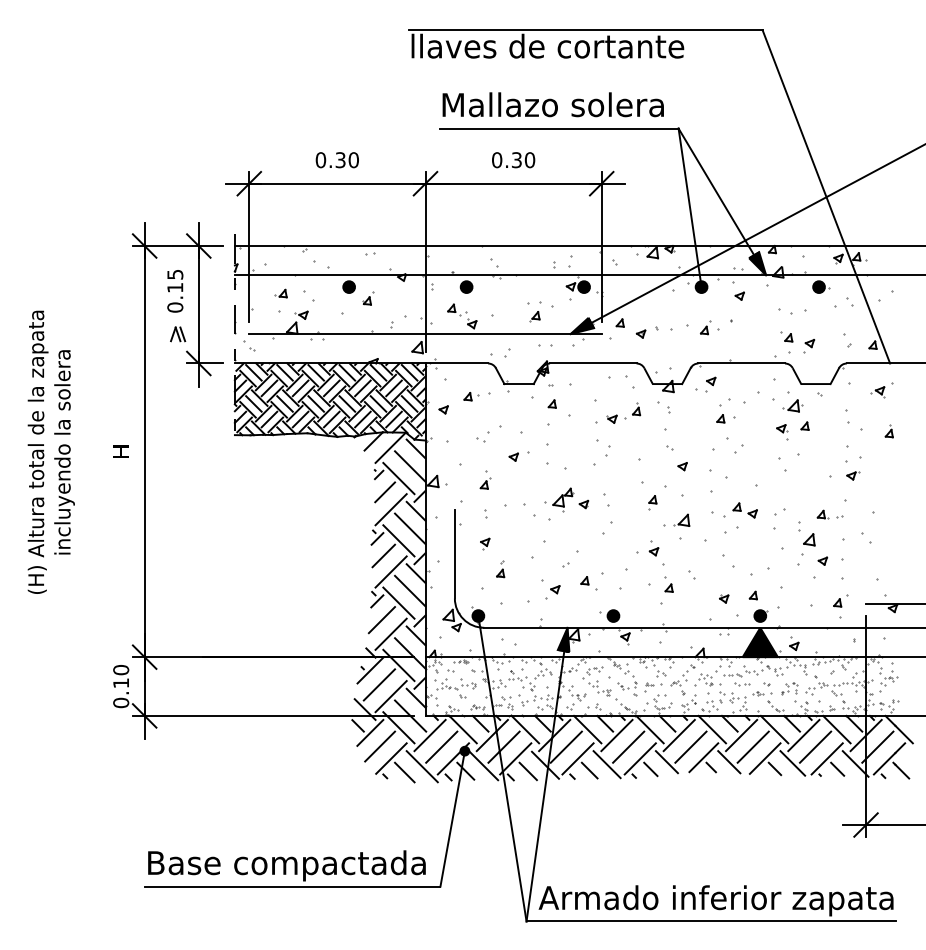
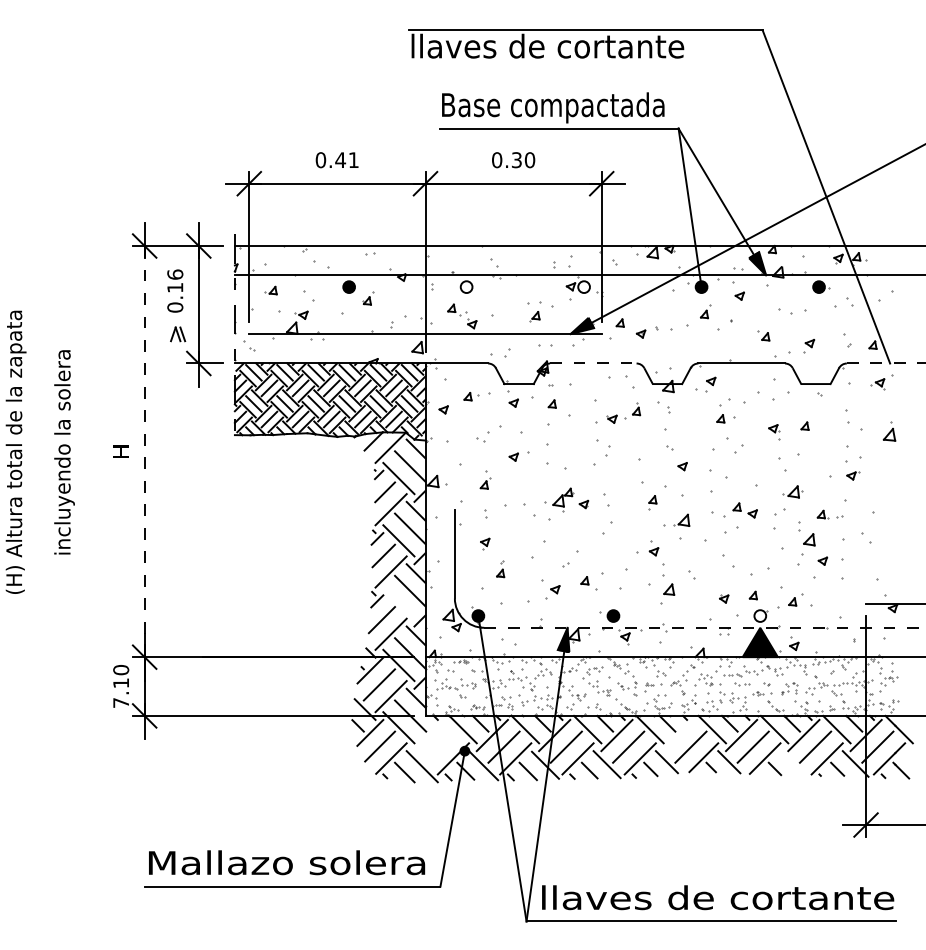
text at (553, 107): Mallazo solera -> Base compactada
text at (346, 160): 0.30 -> 0.41
text at (175, 274): 0.15 -> 0.16
fill at (466, 287): present -> none
fill at (583, 287): present -> none
part at (280, 293) position: (280, 293) -> (270, 290)
part at (705, 327) position: (705, 327) -> (705, 311)
part at (786, 336) position: (786, 336) -> (763, 335)
line at (593, 363): solid -> dashed
line at (886, 363): solid -> dashed
part at (881, 390) position: (881, 390) -> (881, 382)
part at (513, 402): none -> present
part at (792, 405) position: (792, 405) -> (792, 491)
part at (888, 431) size: 10x15 px -> 15x21 px
part at (782, 432) position: (782, 432) -> (774, 432)
text at (37, 451) position: (37, 451) -> (15, 451)
line at (144, 451): solid -> dashed
part at (668, 584) size: 10x17 px -> 14x22 px
part at (840, 600) position: (840, 600) -> (795, 599)
line at (398, 602): present -> none
fill at (760, 615): present -> none
line at (704, 627): solid -> dashed
text at (121, 702): 0.10 -> 7.10
line at (429, 735): present -> none
line at (678, 735): present -> none
line at (441, 746): present -> none
line at (792, 763): present -> none
text at (286, 865): Base compactada -> Mallazo solera
text at (716, 900): Armado inferior zapata -> llaves de cortante
